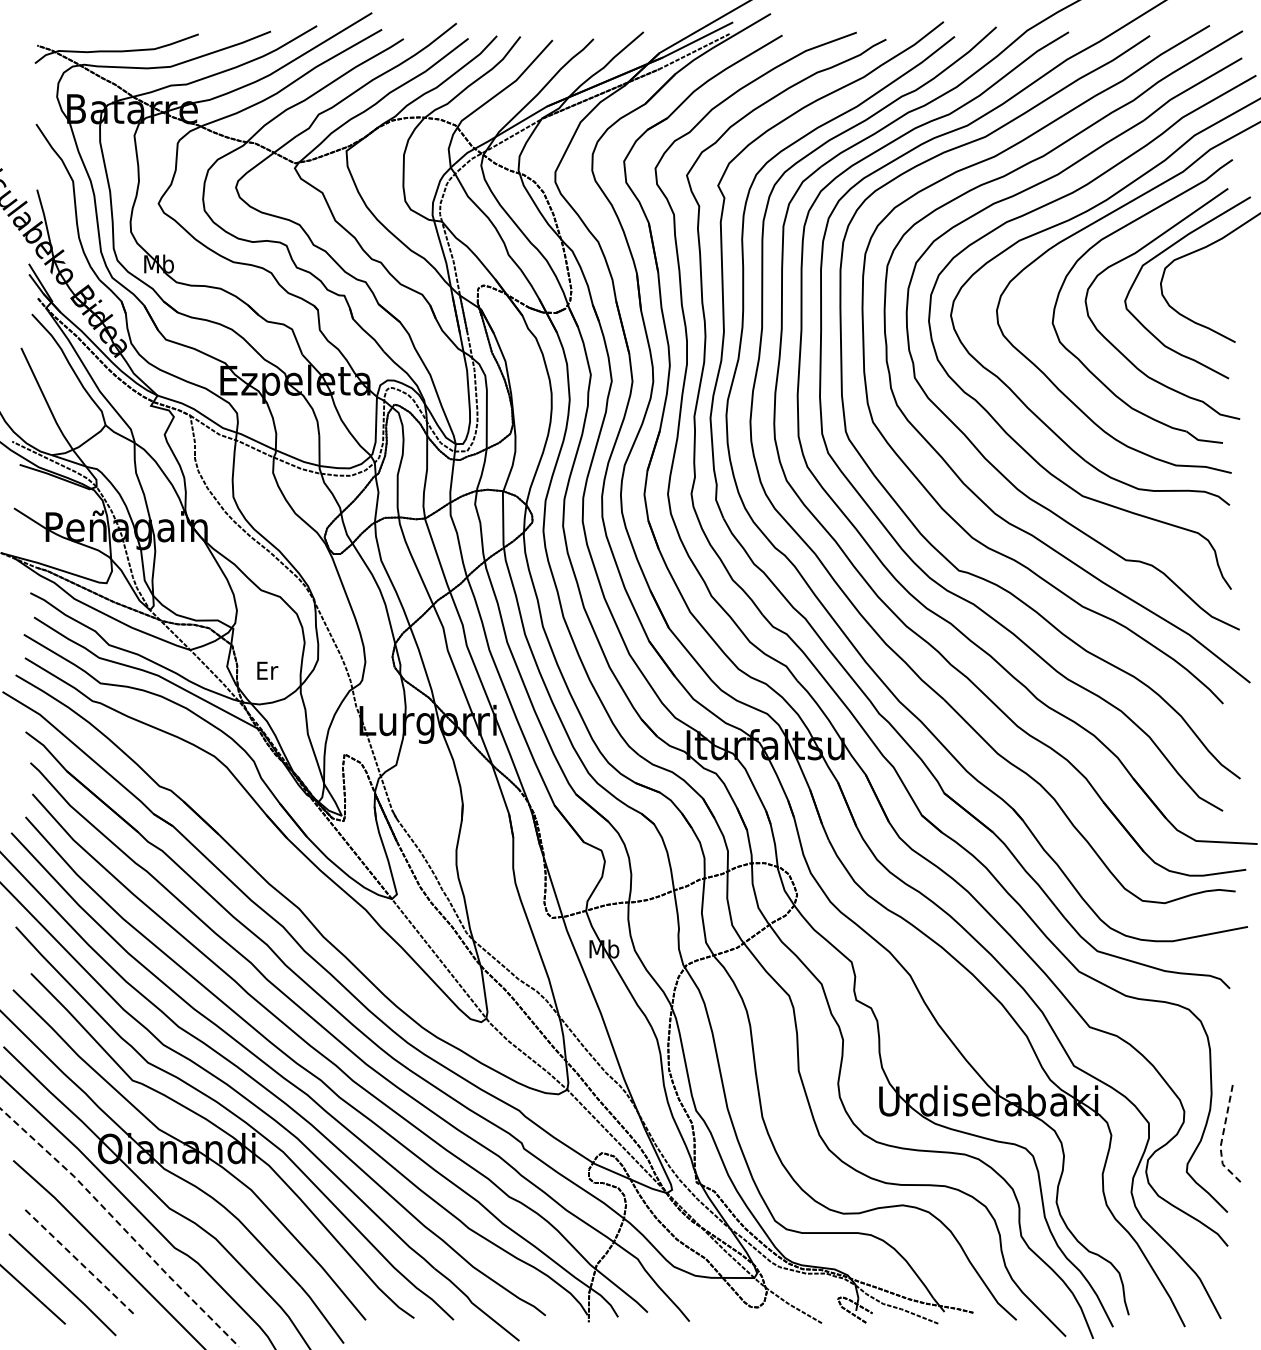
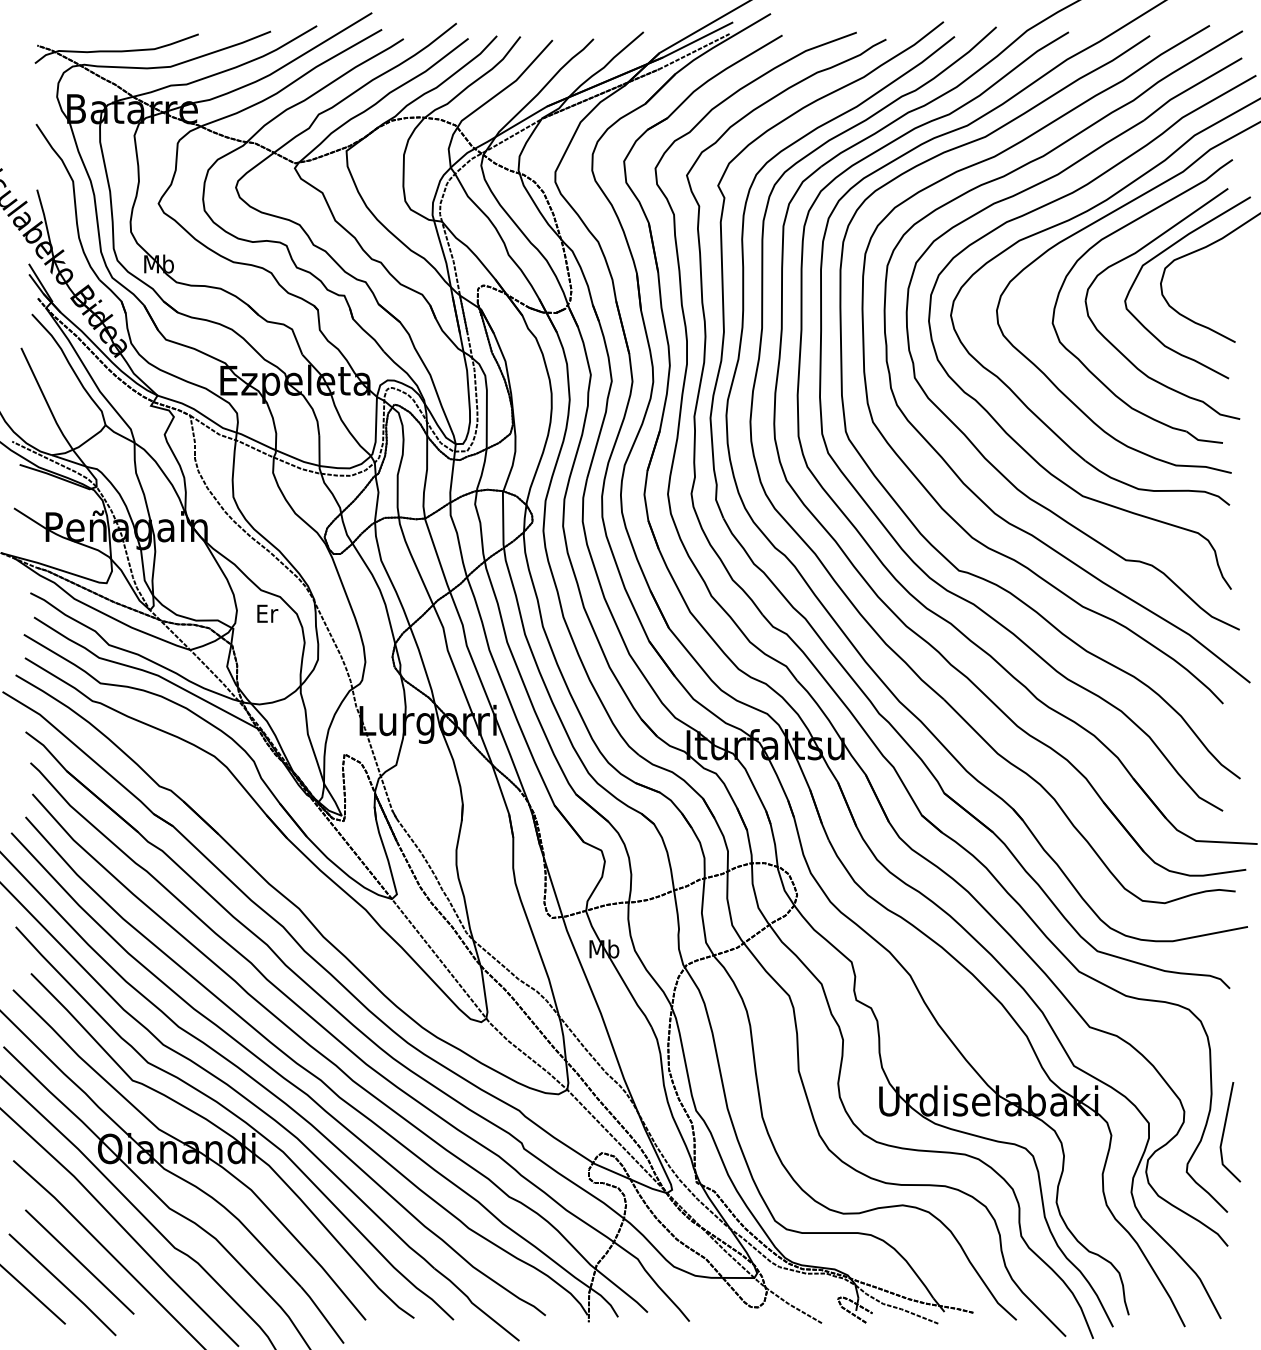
text at (267, 670) position: (267, 670) -> (267, 613)
line at (1222, 1136): dashed -> solid
line at (121, 1226): dashed -> solid
line at (80, 1262): dashed -> solid
